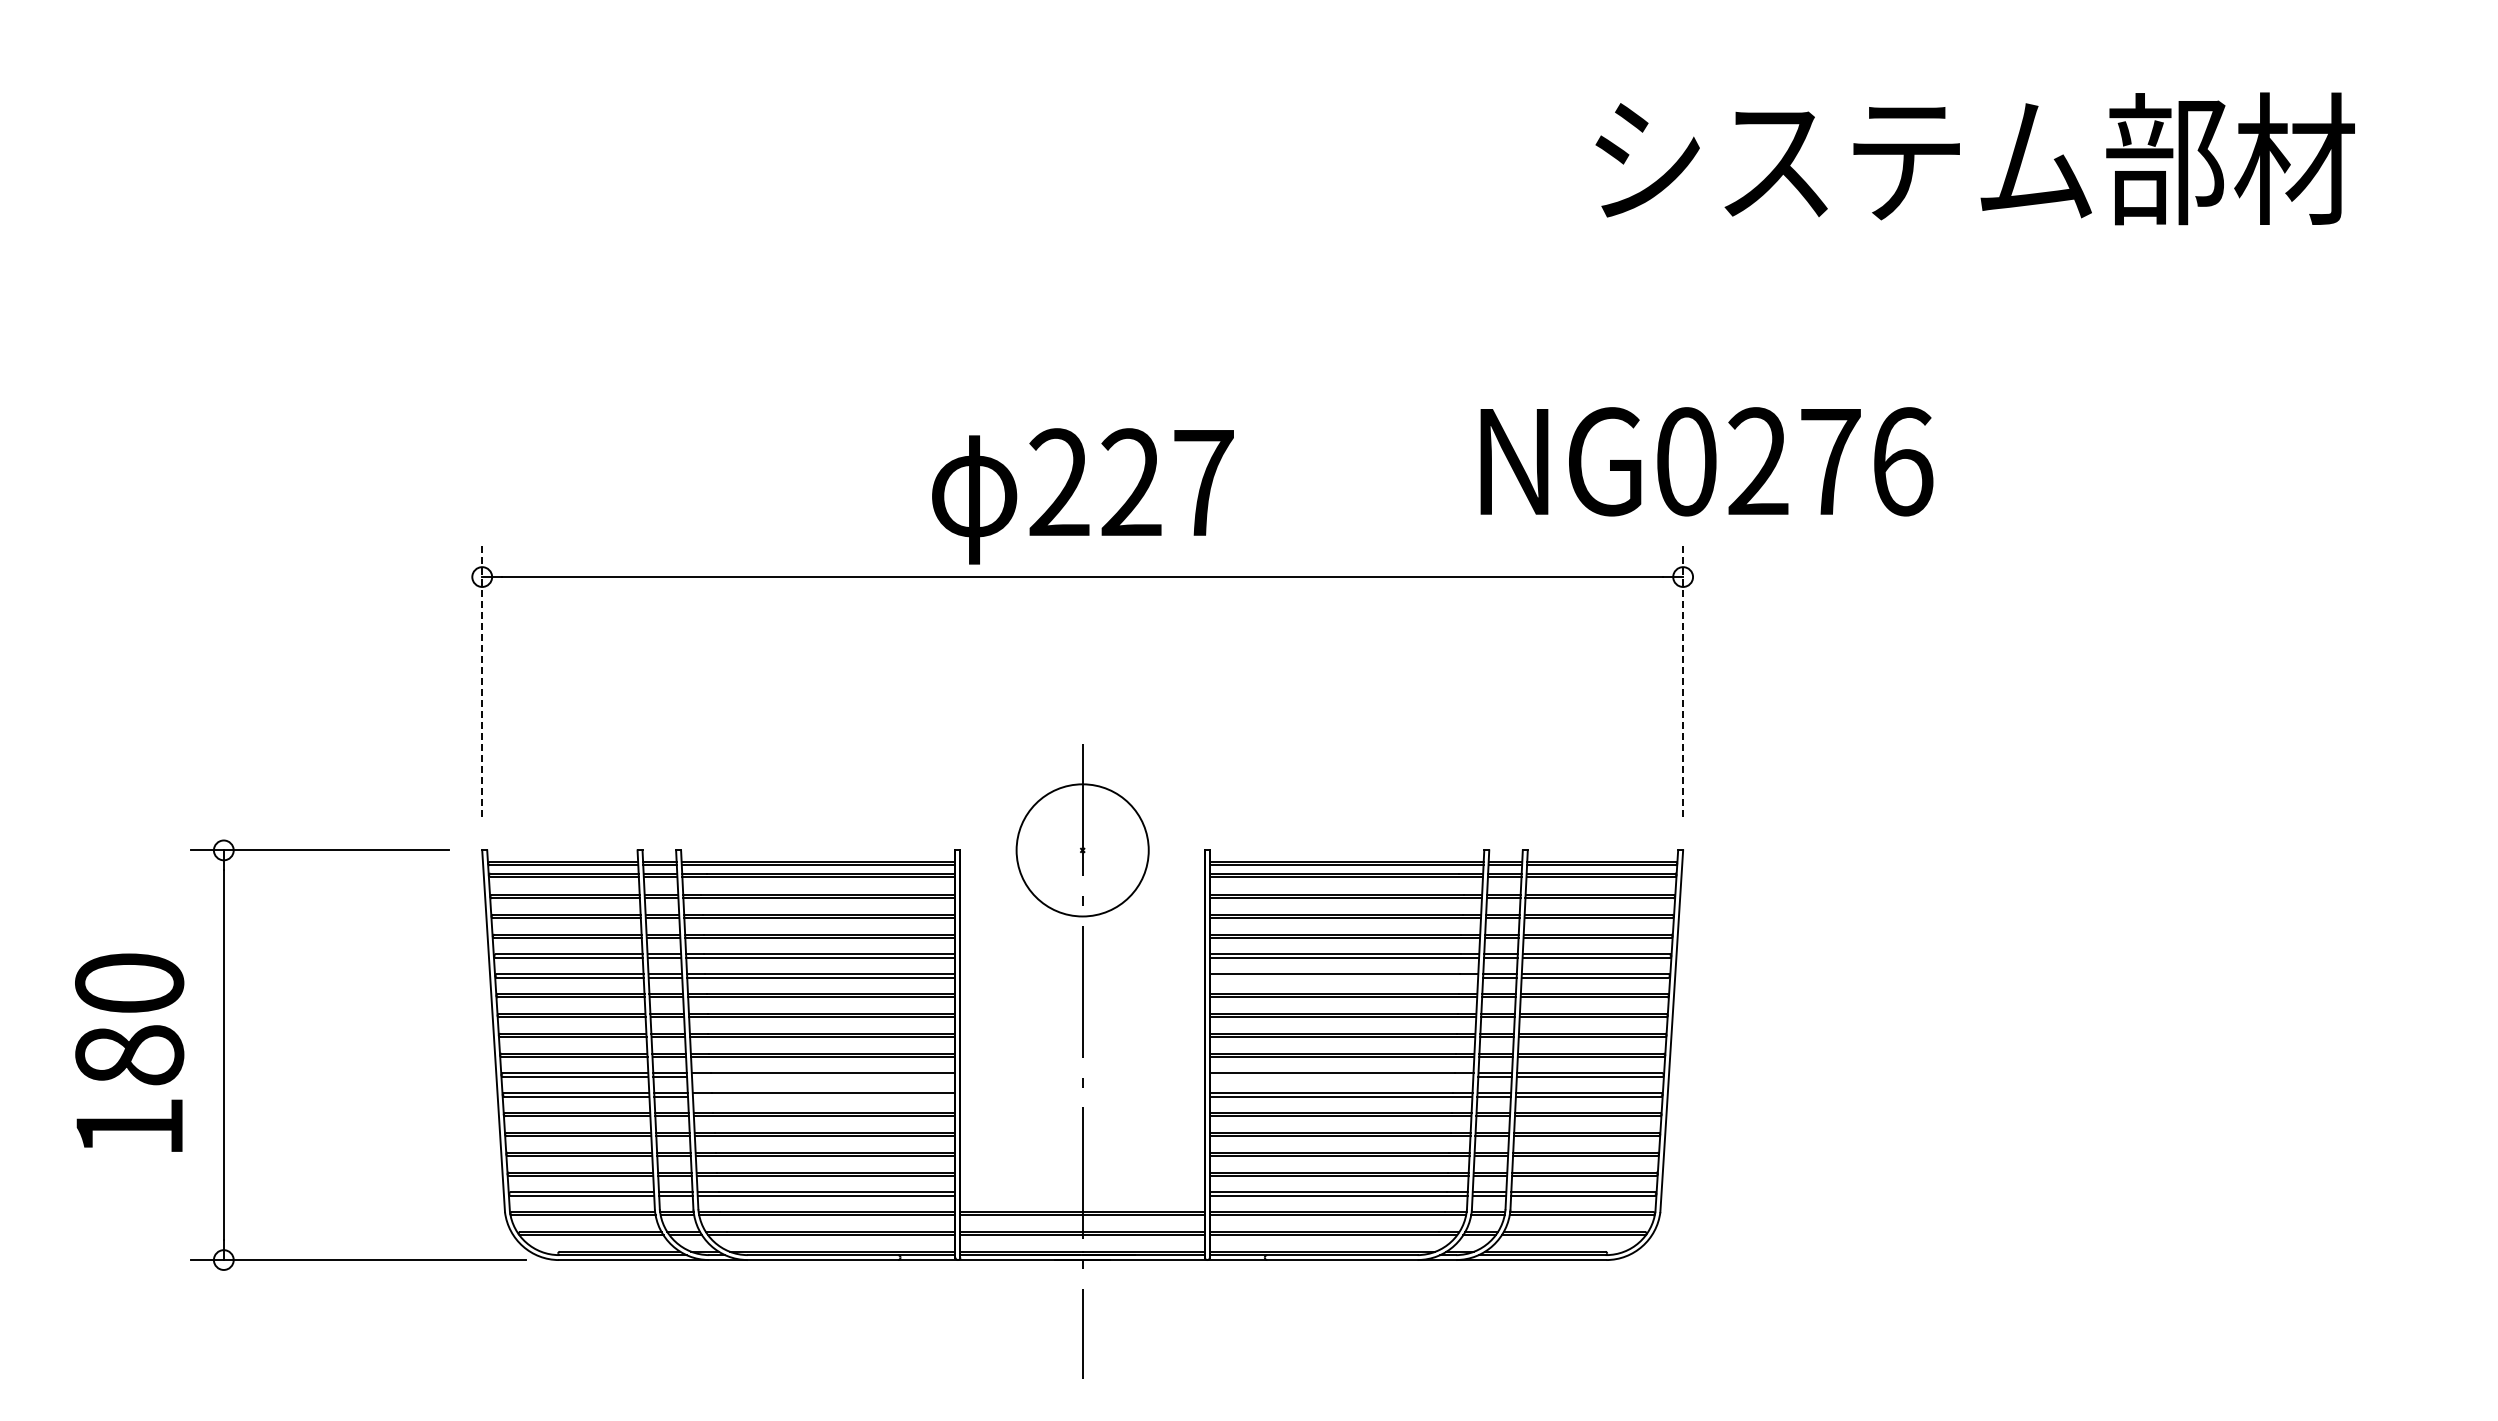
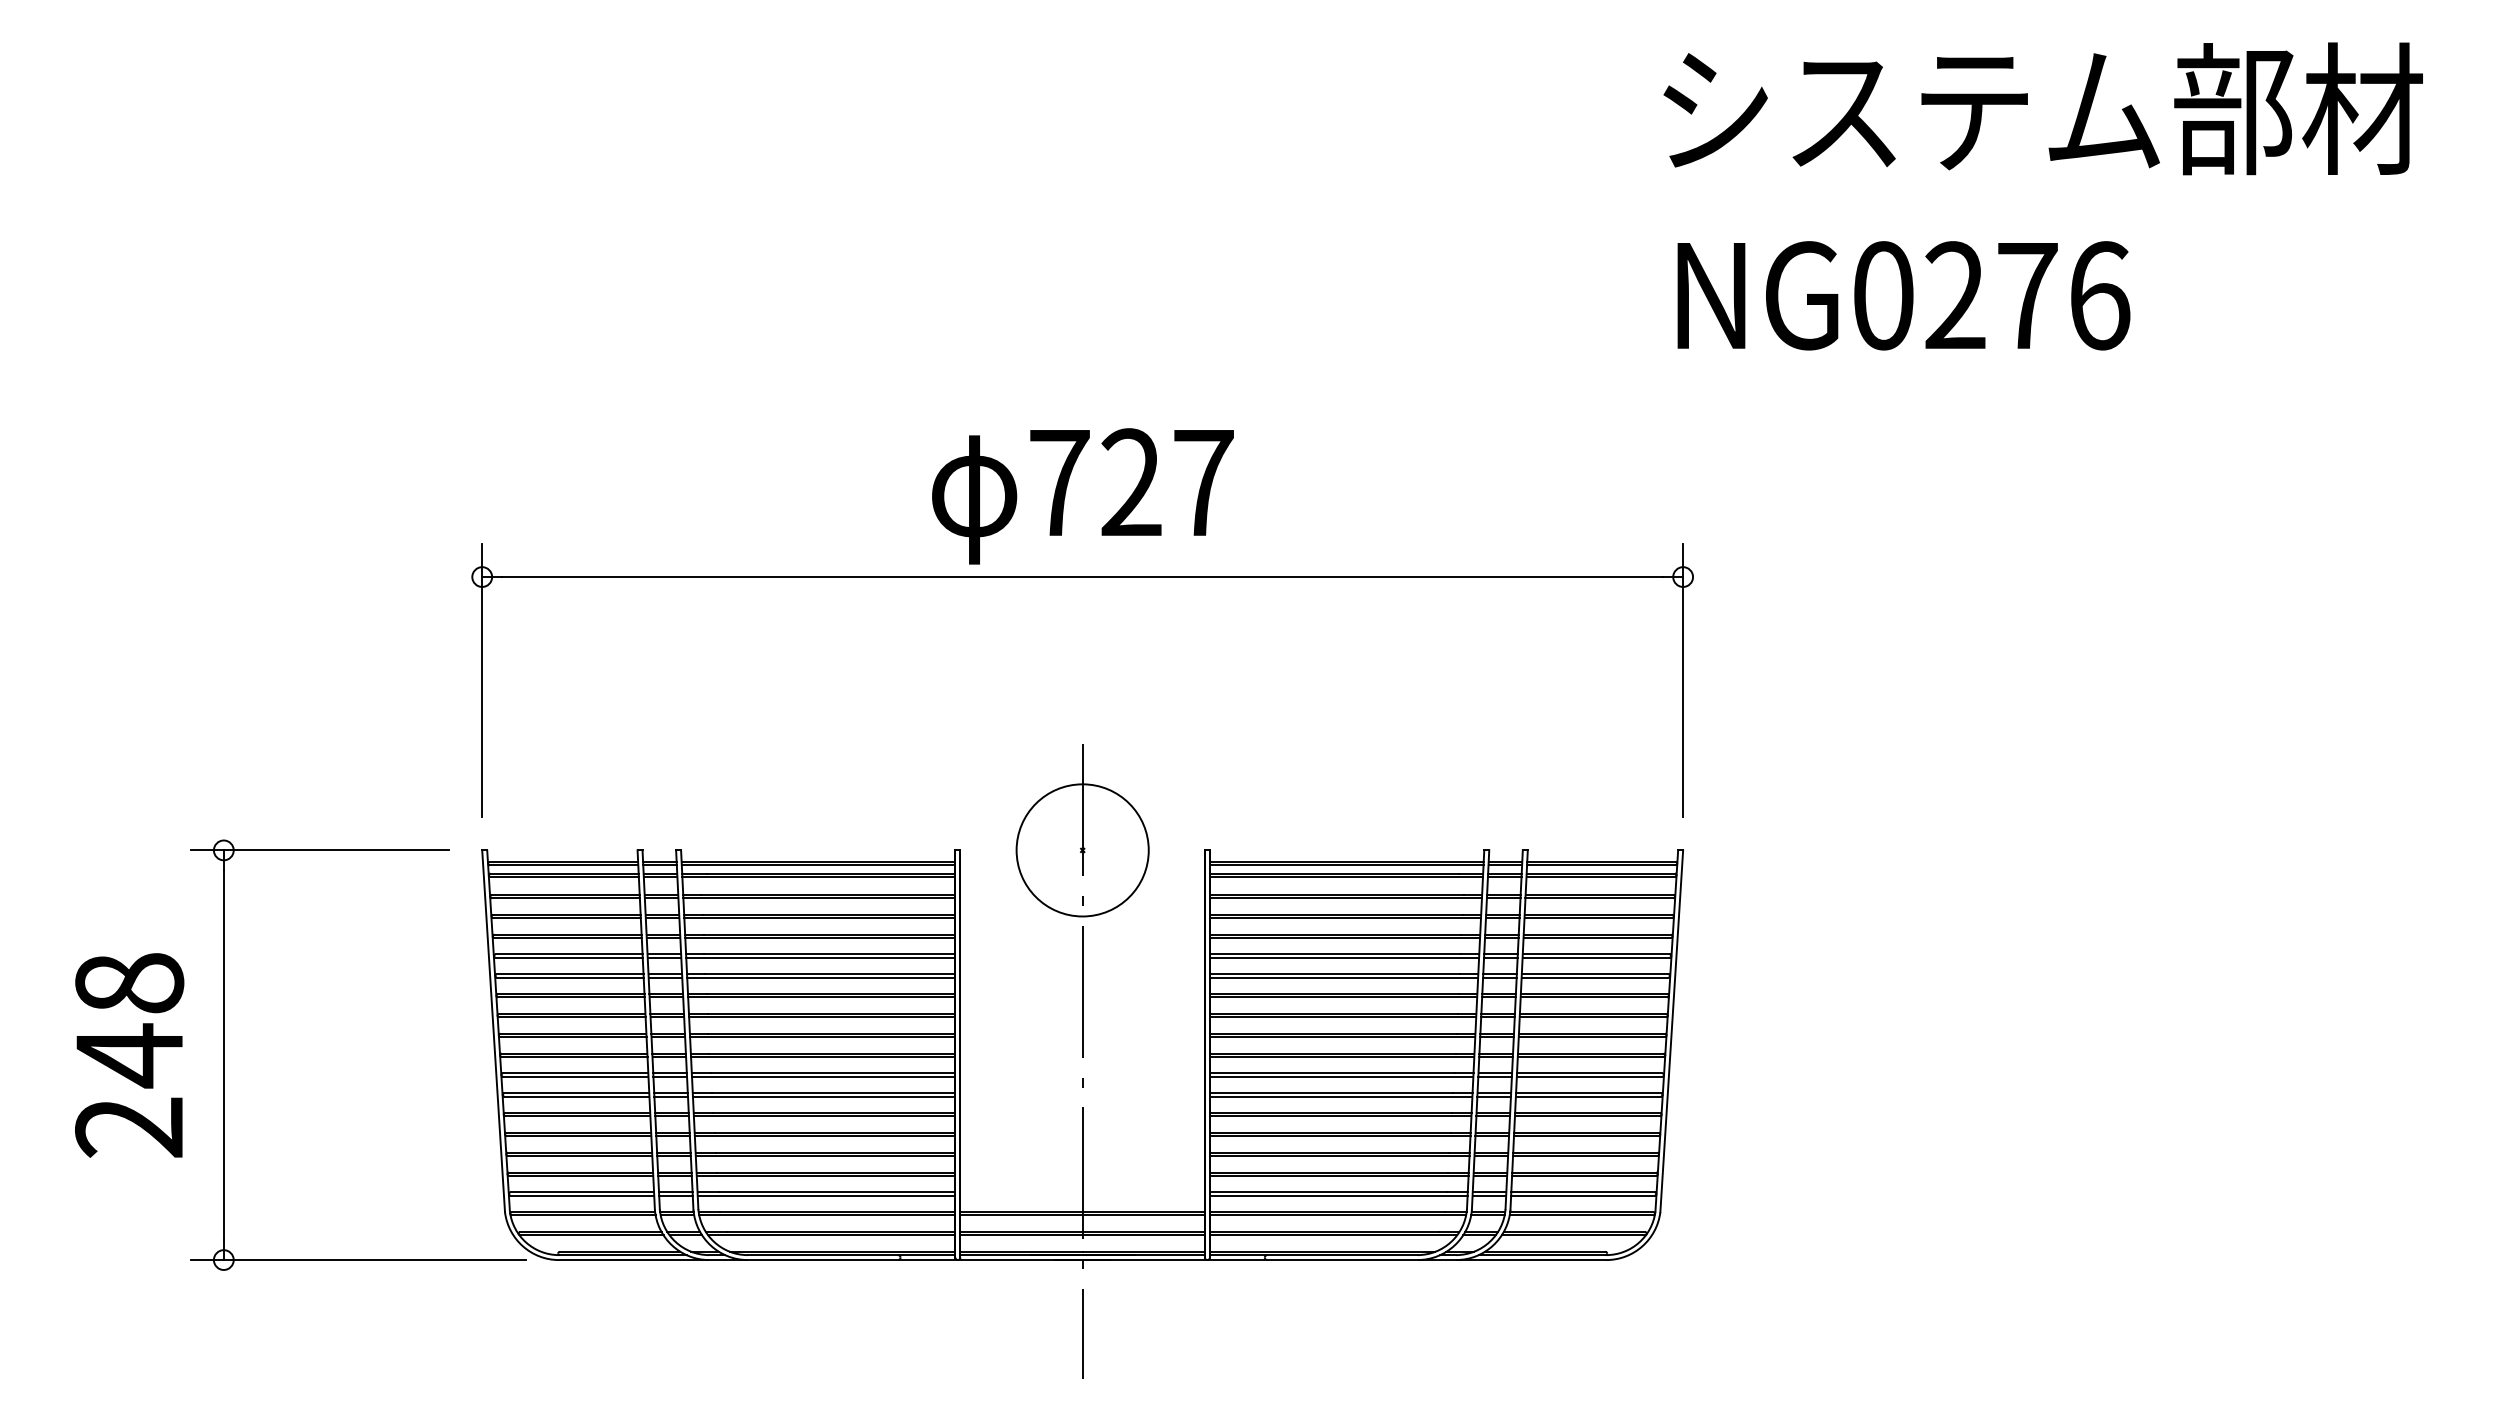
text at (1974, 158) position: (1974, 158) -> (2042, 108)
text at (1706, 461) position: (1706, 461) -> (1903, 295)
text at (1059, 481): 227 -> 727
line at (482, 680): dashed -> solid
line at (1683, 680): dashed -> solid
line at (1343, 977): none -> present
text at (129, 1055): 180 -> 248
line at (823, 1076): none -> present
line at (1341, 1076): none -> present
line at (823, 1096): none -> present
